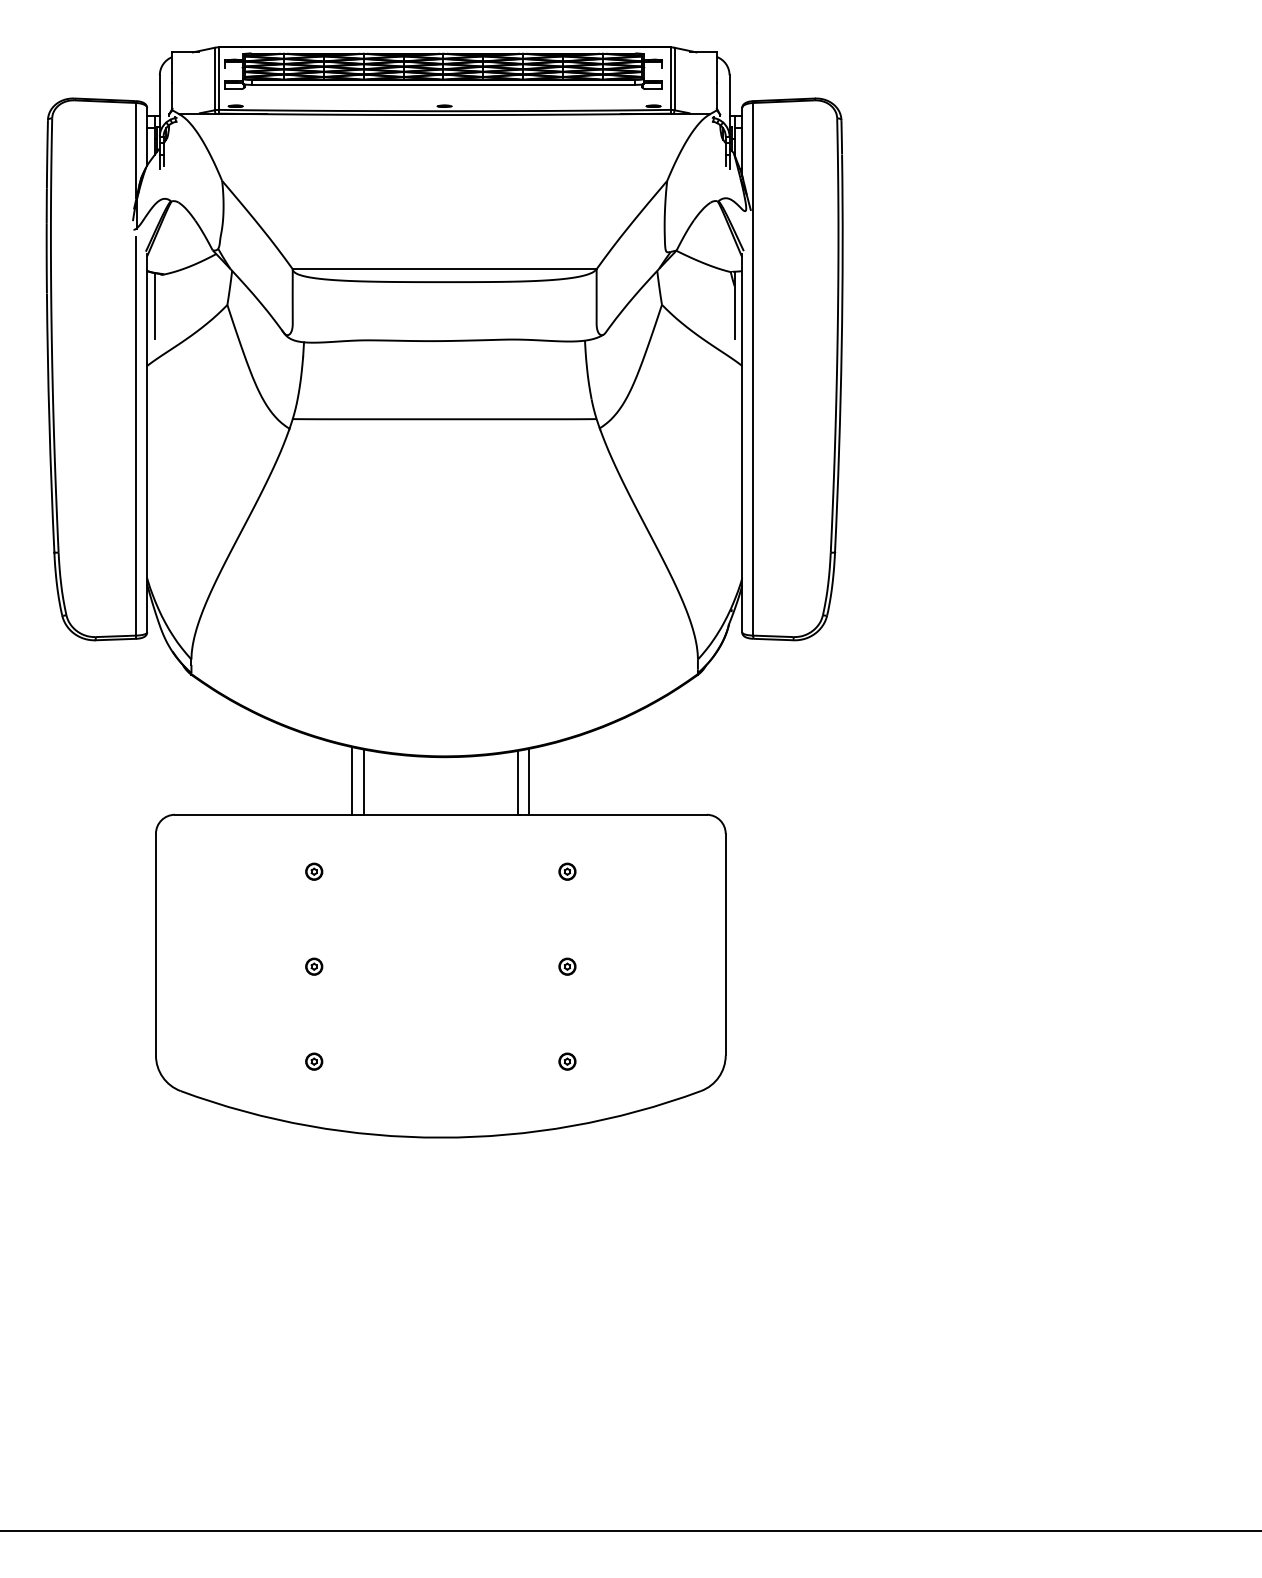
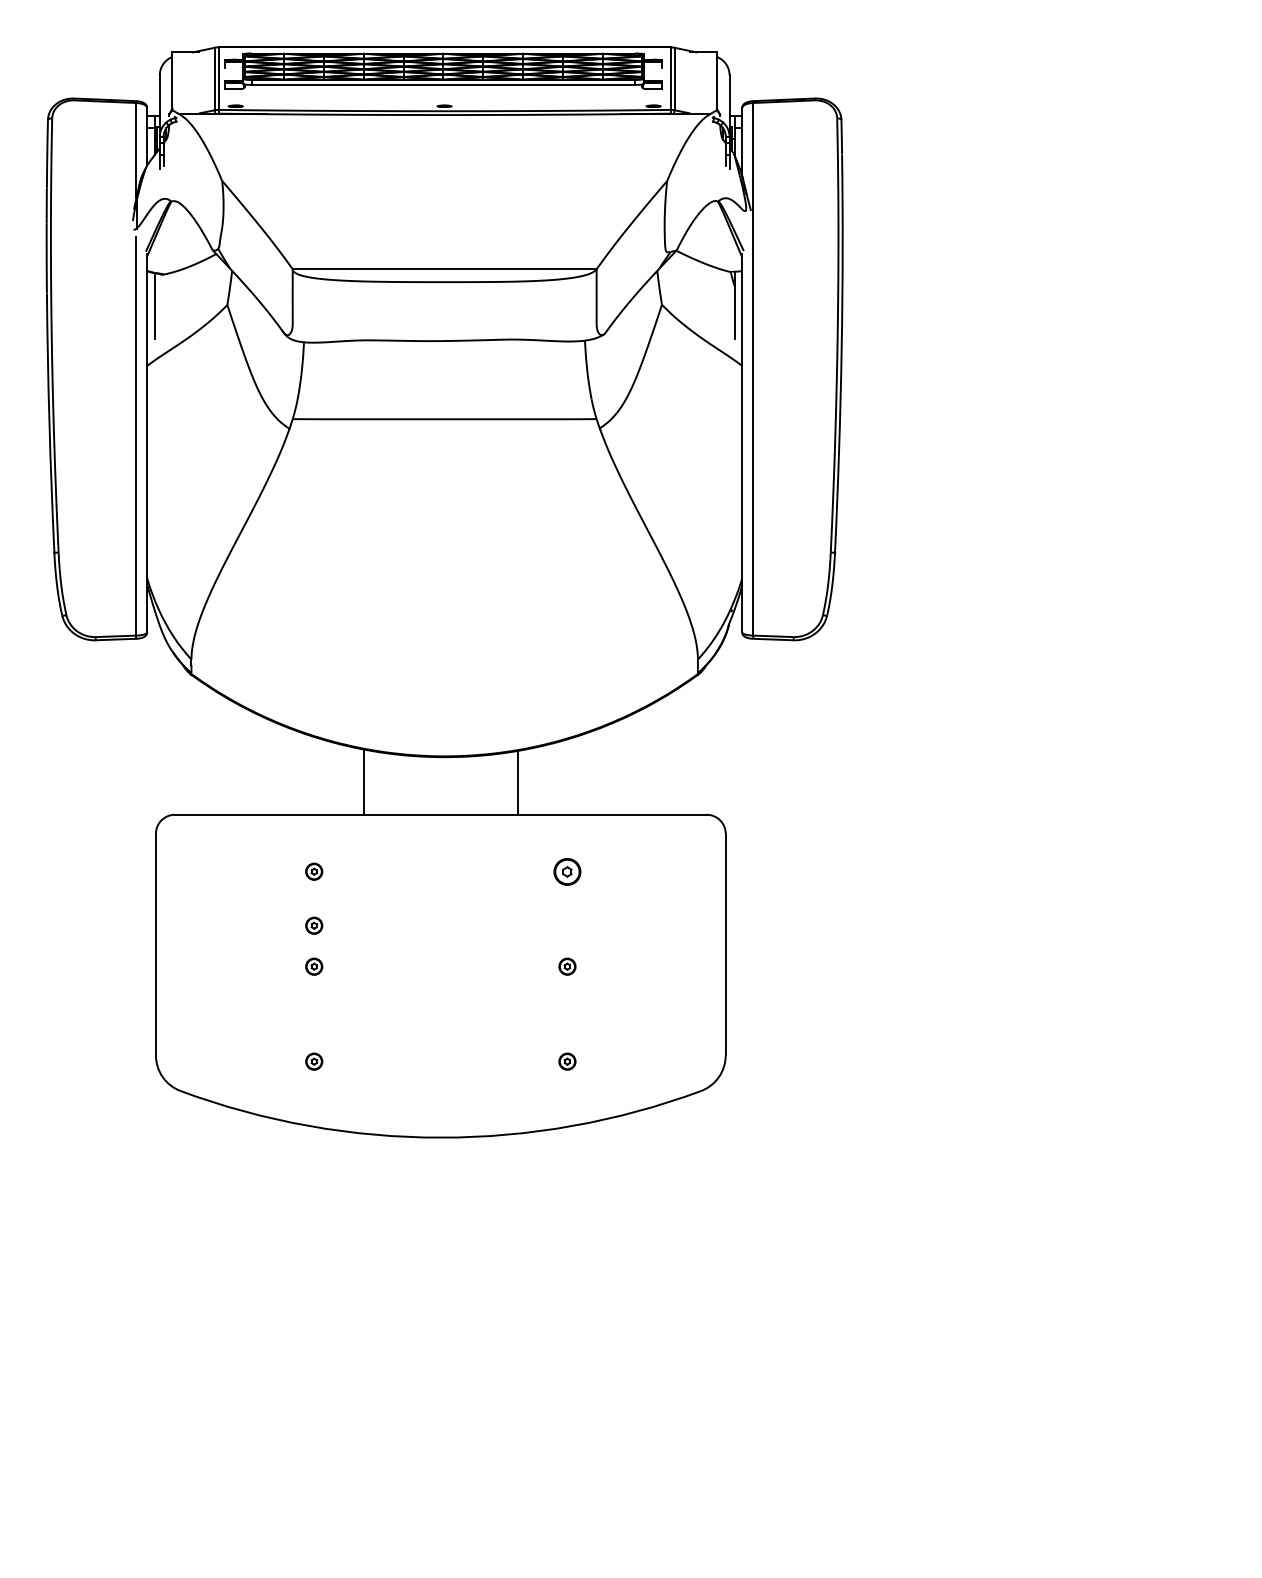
line at (352, 780): present -> none
line at (529, 781): present -> none
part at (567, 871) size: 19x19 px -> 29x28 px
part at (314, 925): none -> present
line at (630, 1530): present -> none
